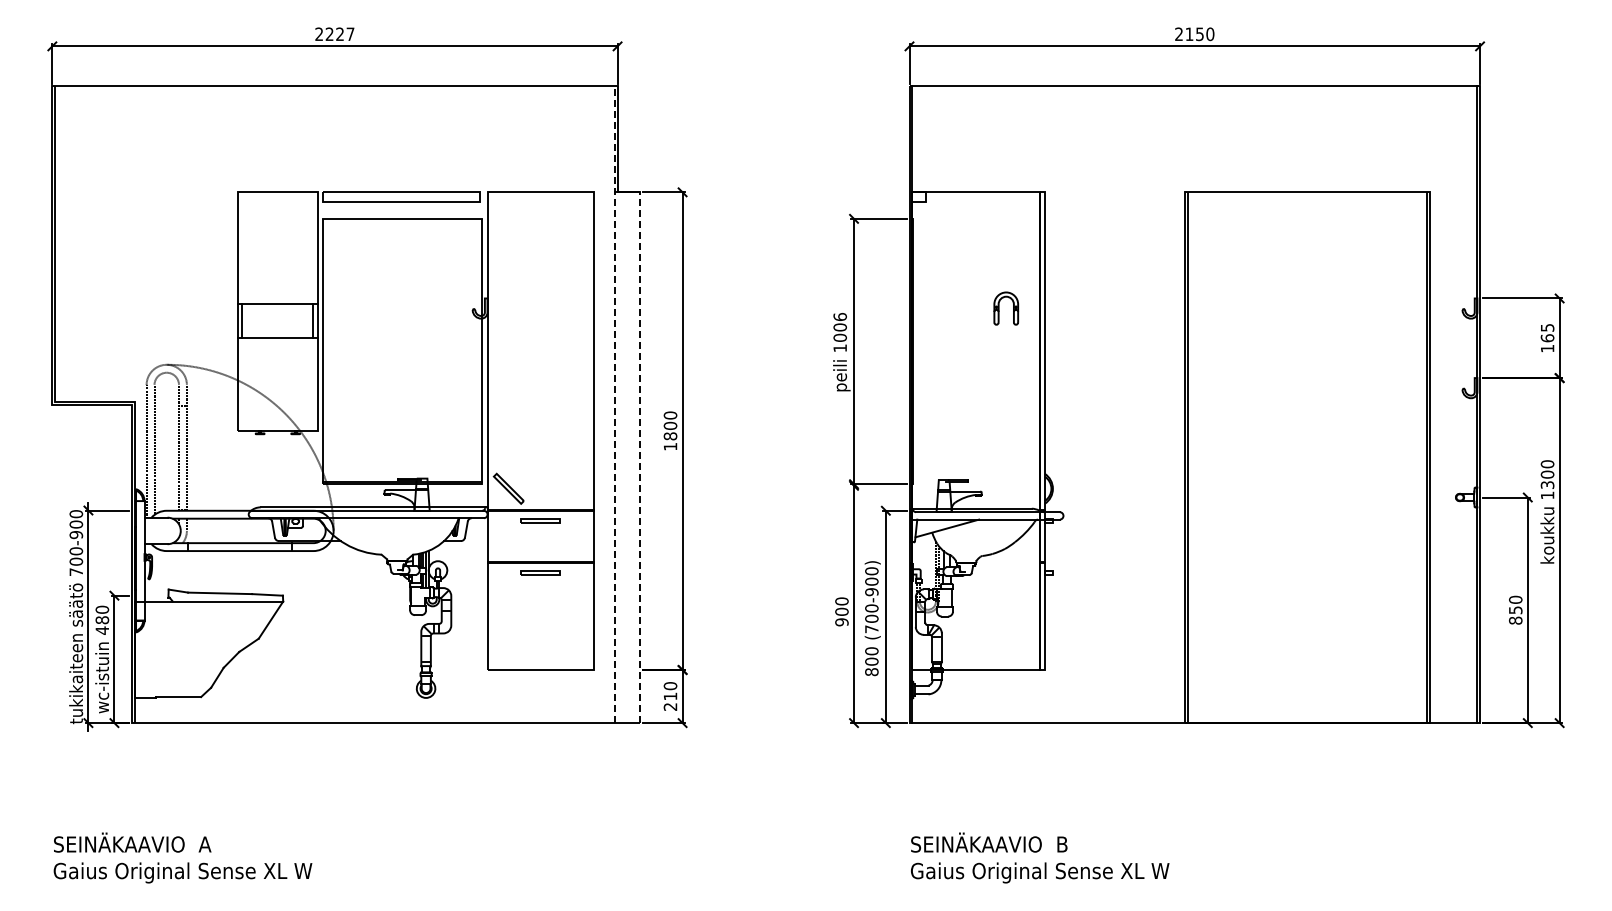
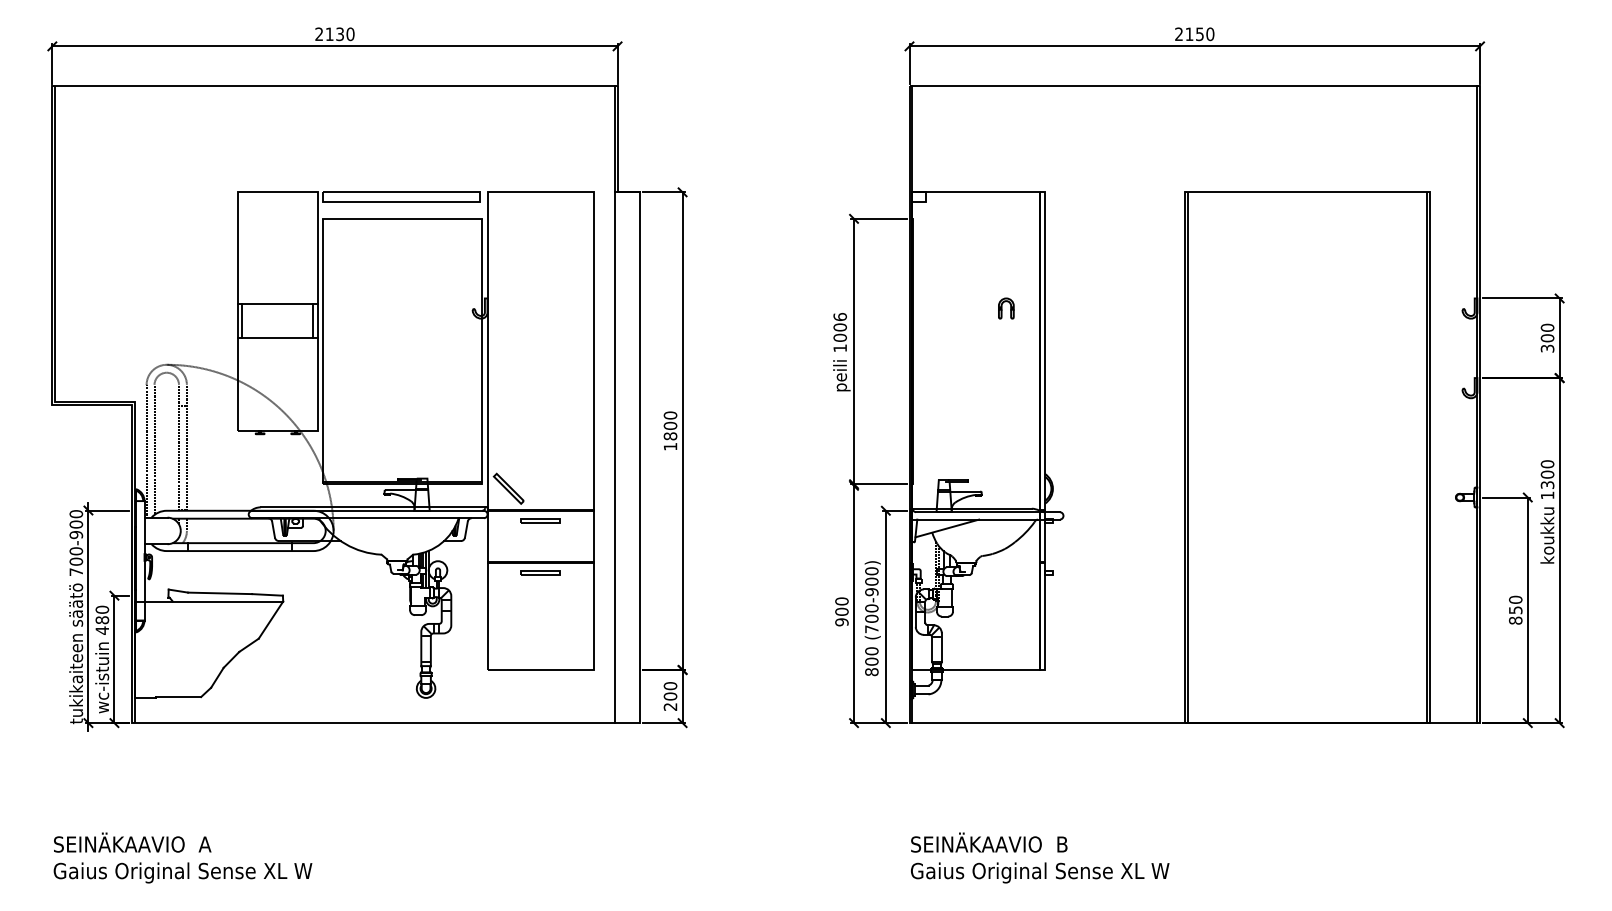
text at (339, 34): 2227 -> 2130
part at (1006, 308) size: 27x35 px -> 17x23 px
text at (1547, 337): 165 -> 300
line at (614, 404): dashed -> solid
line at (640, 457): dashed -> solid
text at (670, 696): 210 -> 200
